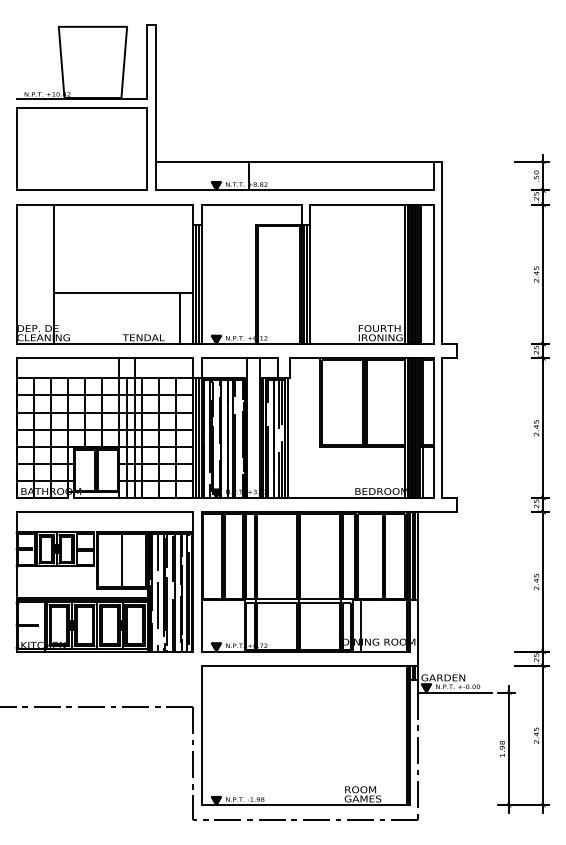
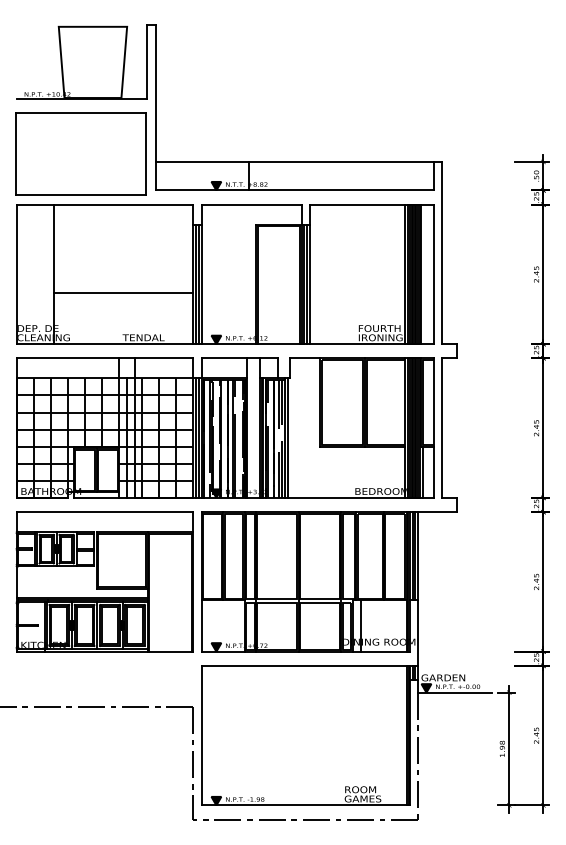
part at (81, 148) position: (81, 148) -> (80, 153)
line at (180, 318): present -> none
line at (122, 560): present -> none
hatch at (168, 592): present -> none
